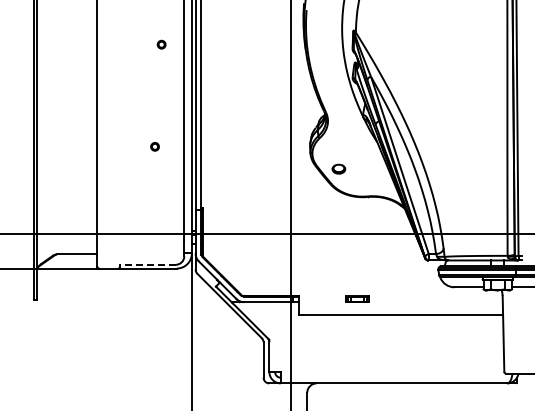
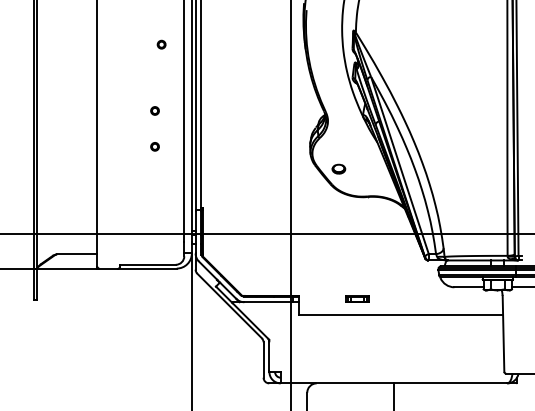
part at (154, 110): none -> present
line at (147, 264): dashed -> solid
line at (394, 395): none -> present
